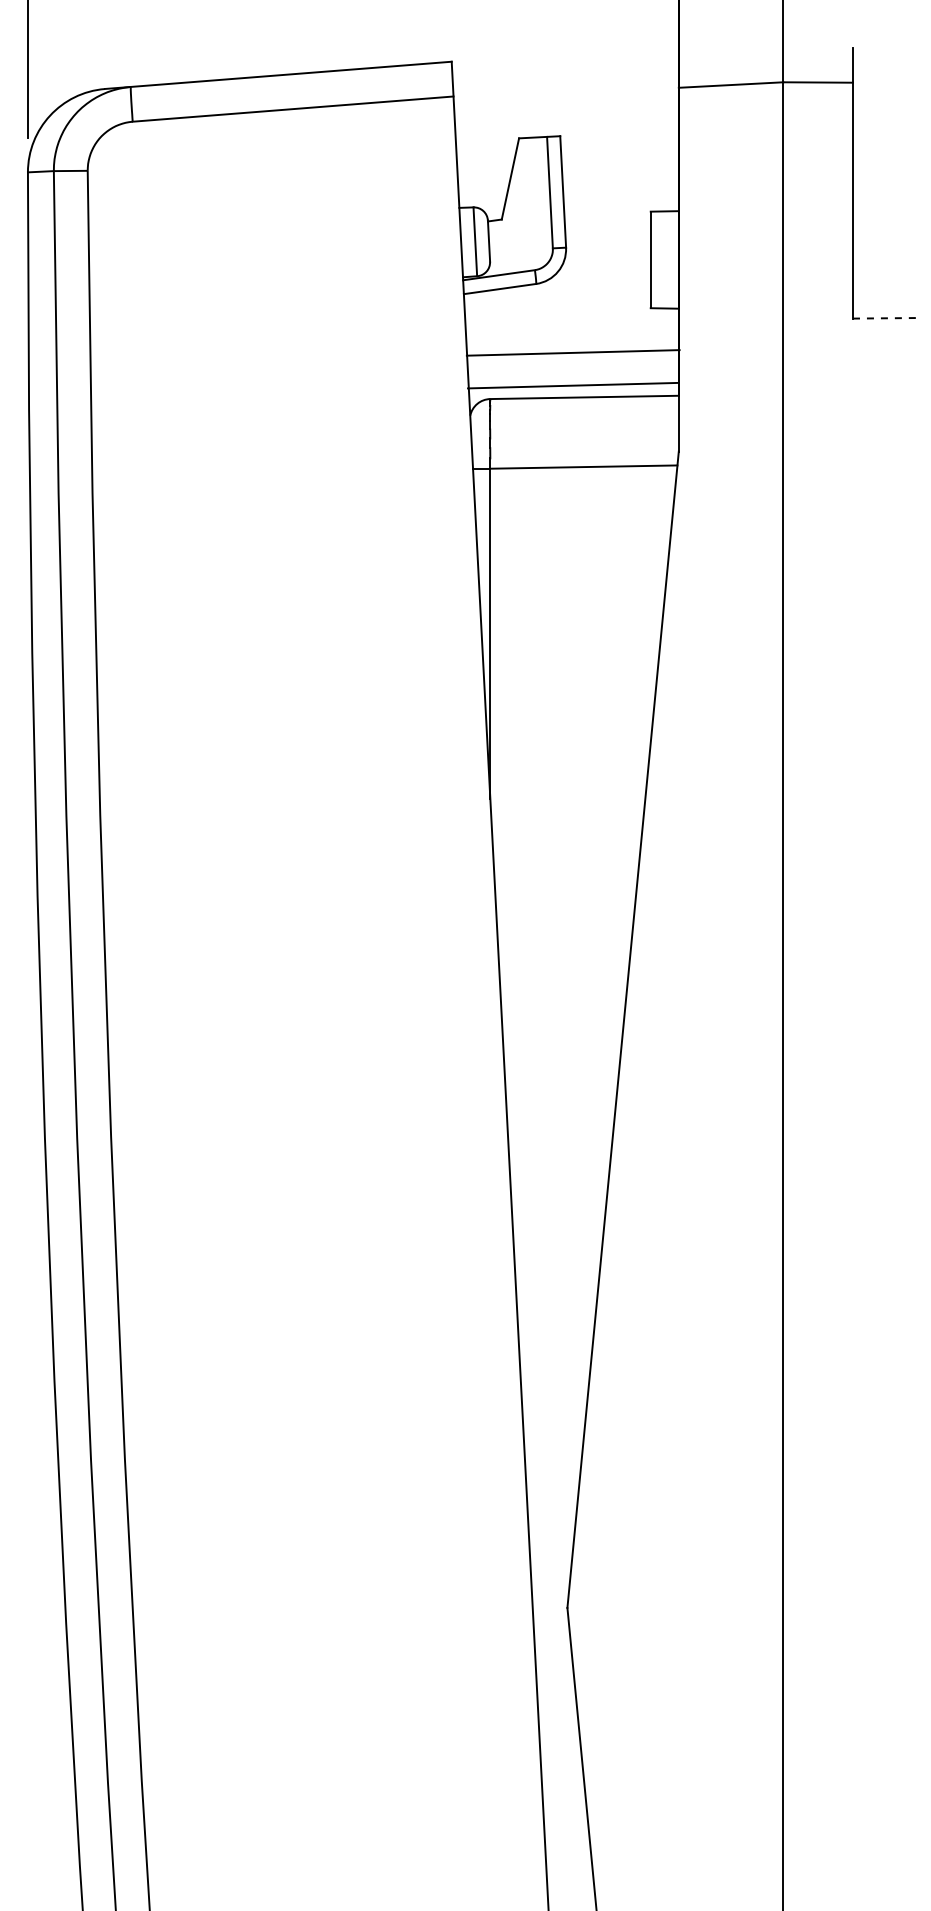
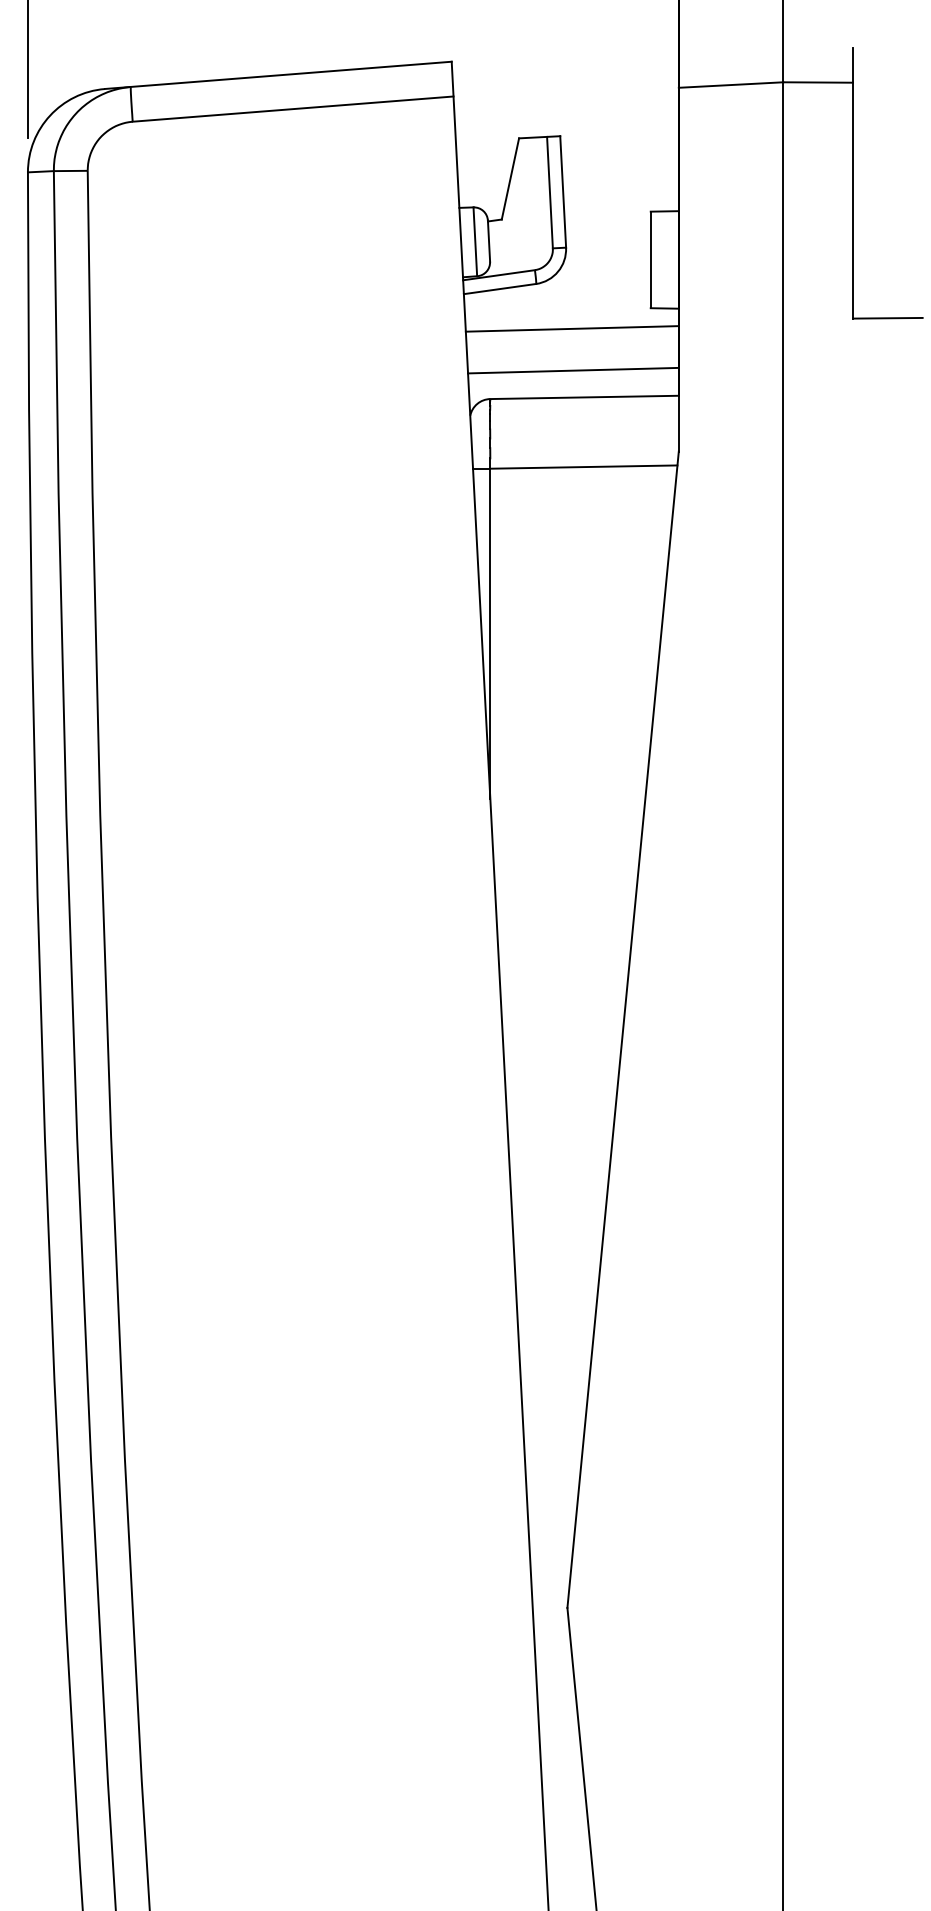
line at (887, 318): dashed -> solid
line at (572, 352) position: (572, 352) -> (571, 328)
line at (573, 385) position: (573, 385) -> (573, 370)
